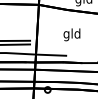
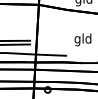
text at (71, 34) position: (71, 34) -> (82, 39)
